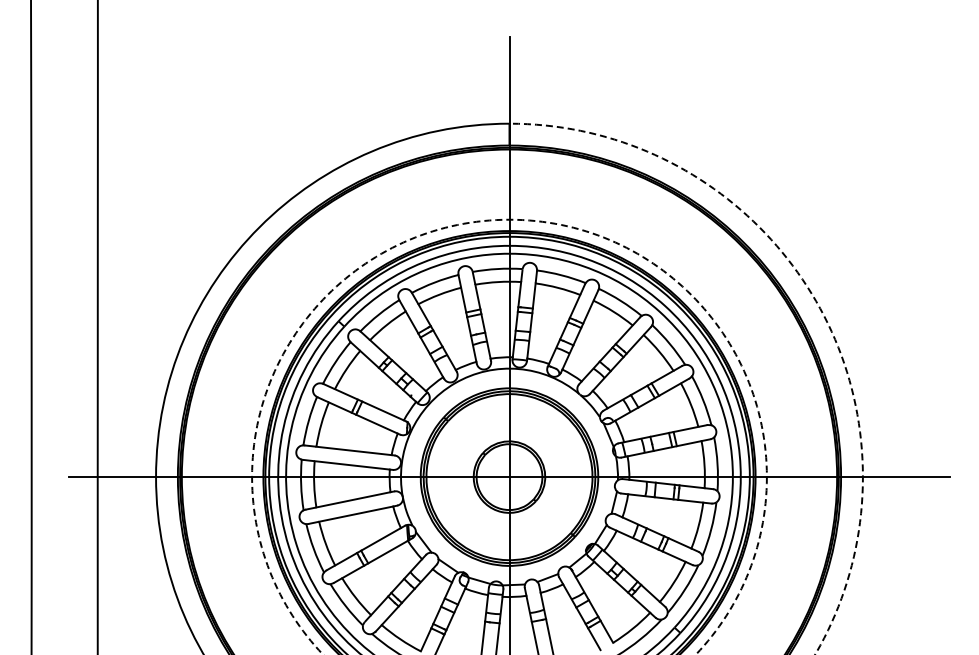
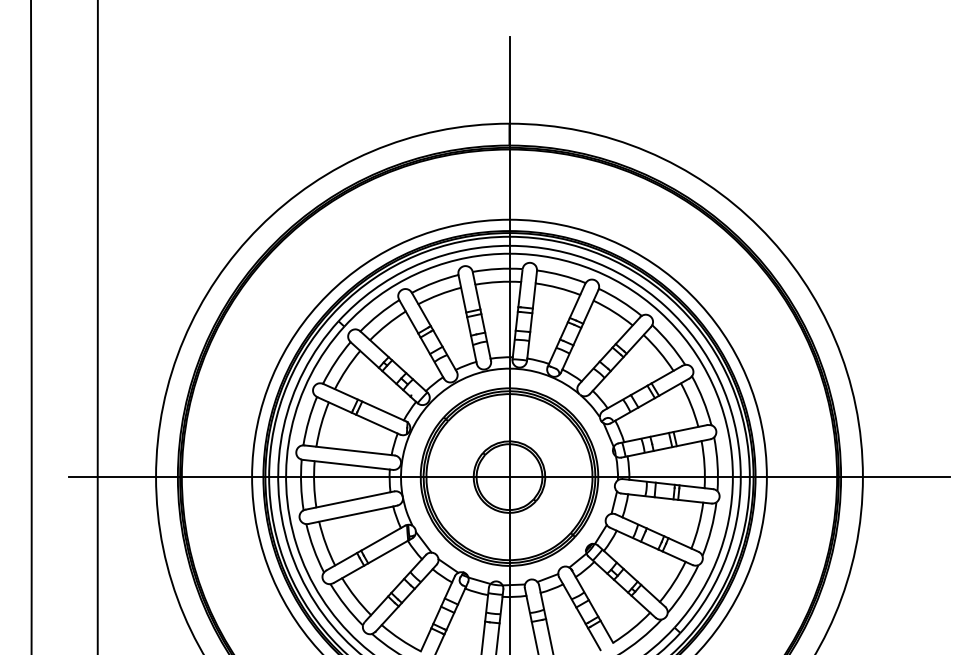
arc at (816, 301): dashed -> solid
circle at (509, 436): dashed -> solid
